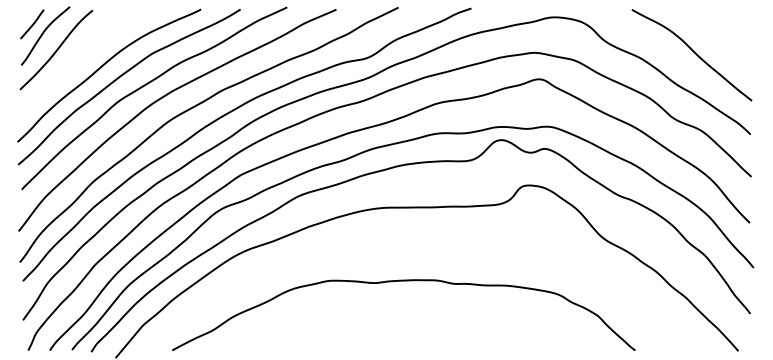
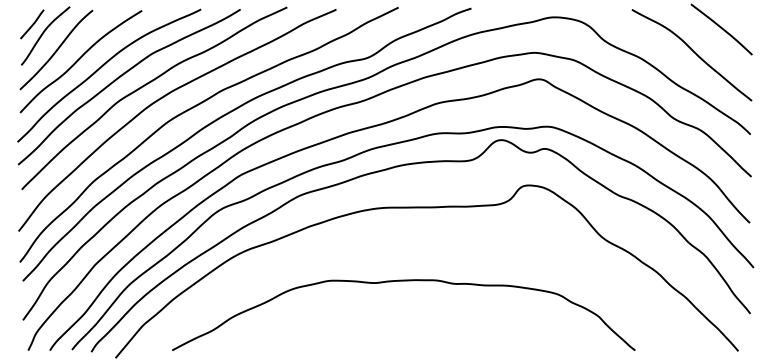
curve at (721, 29): none -> present
curve at (79, 60): none -> present
